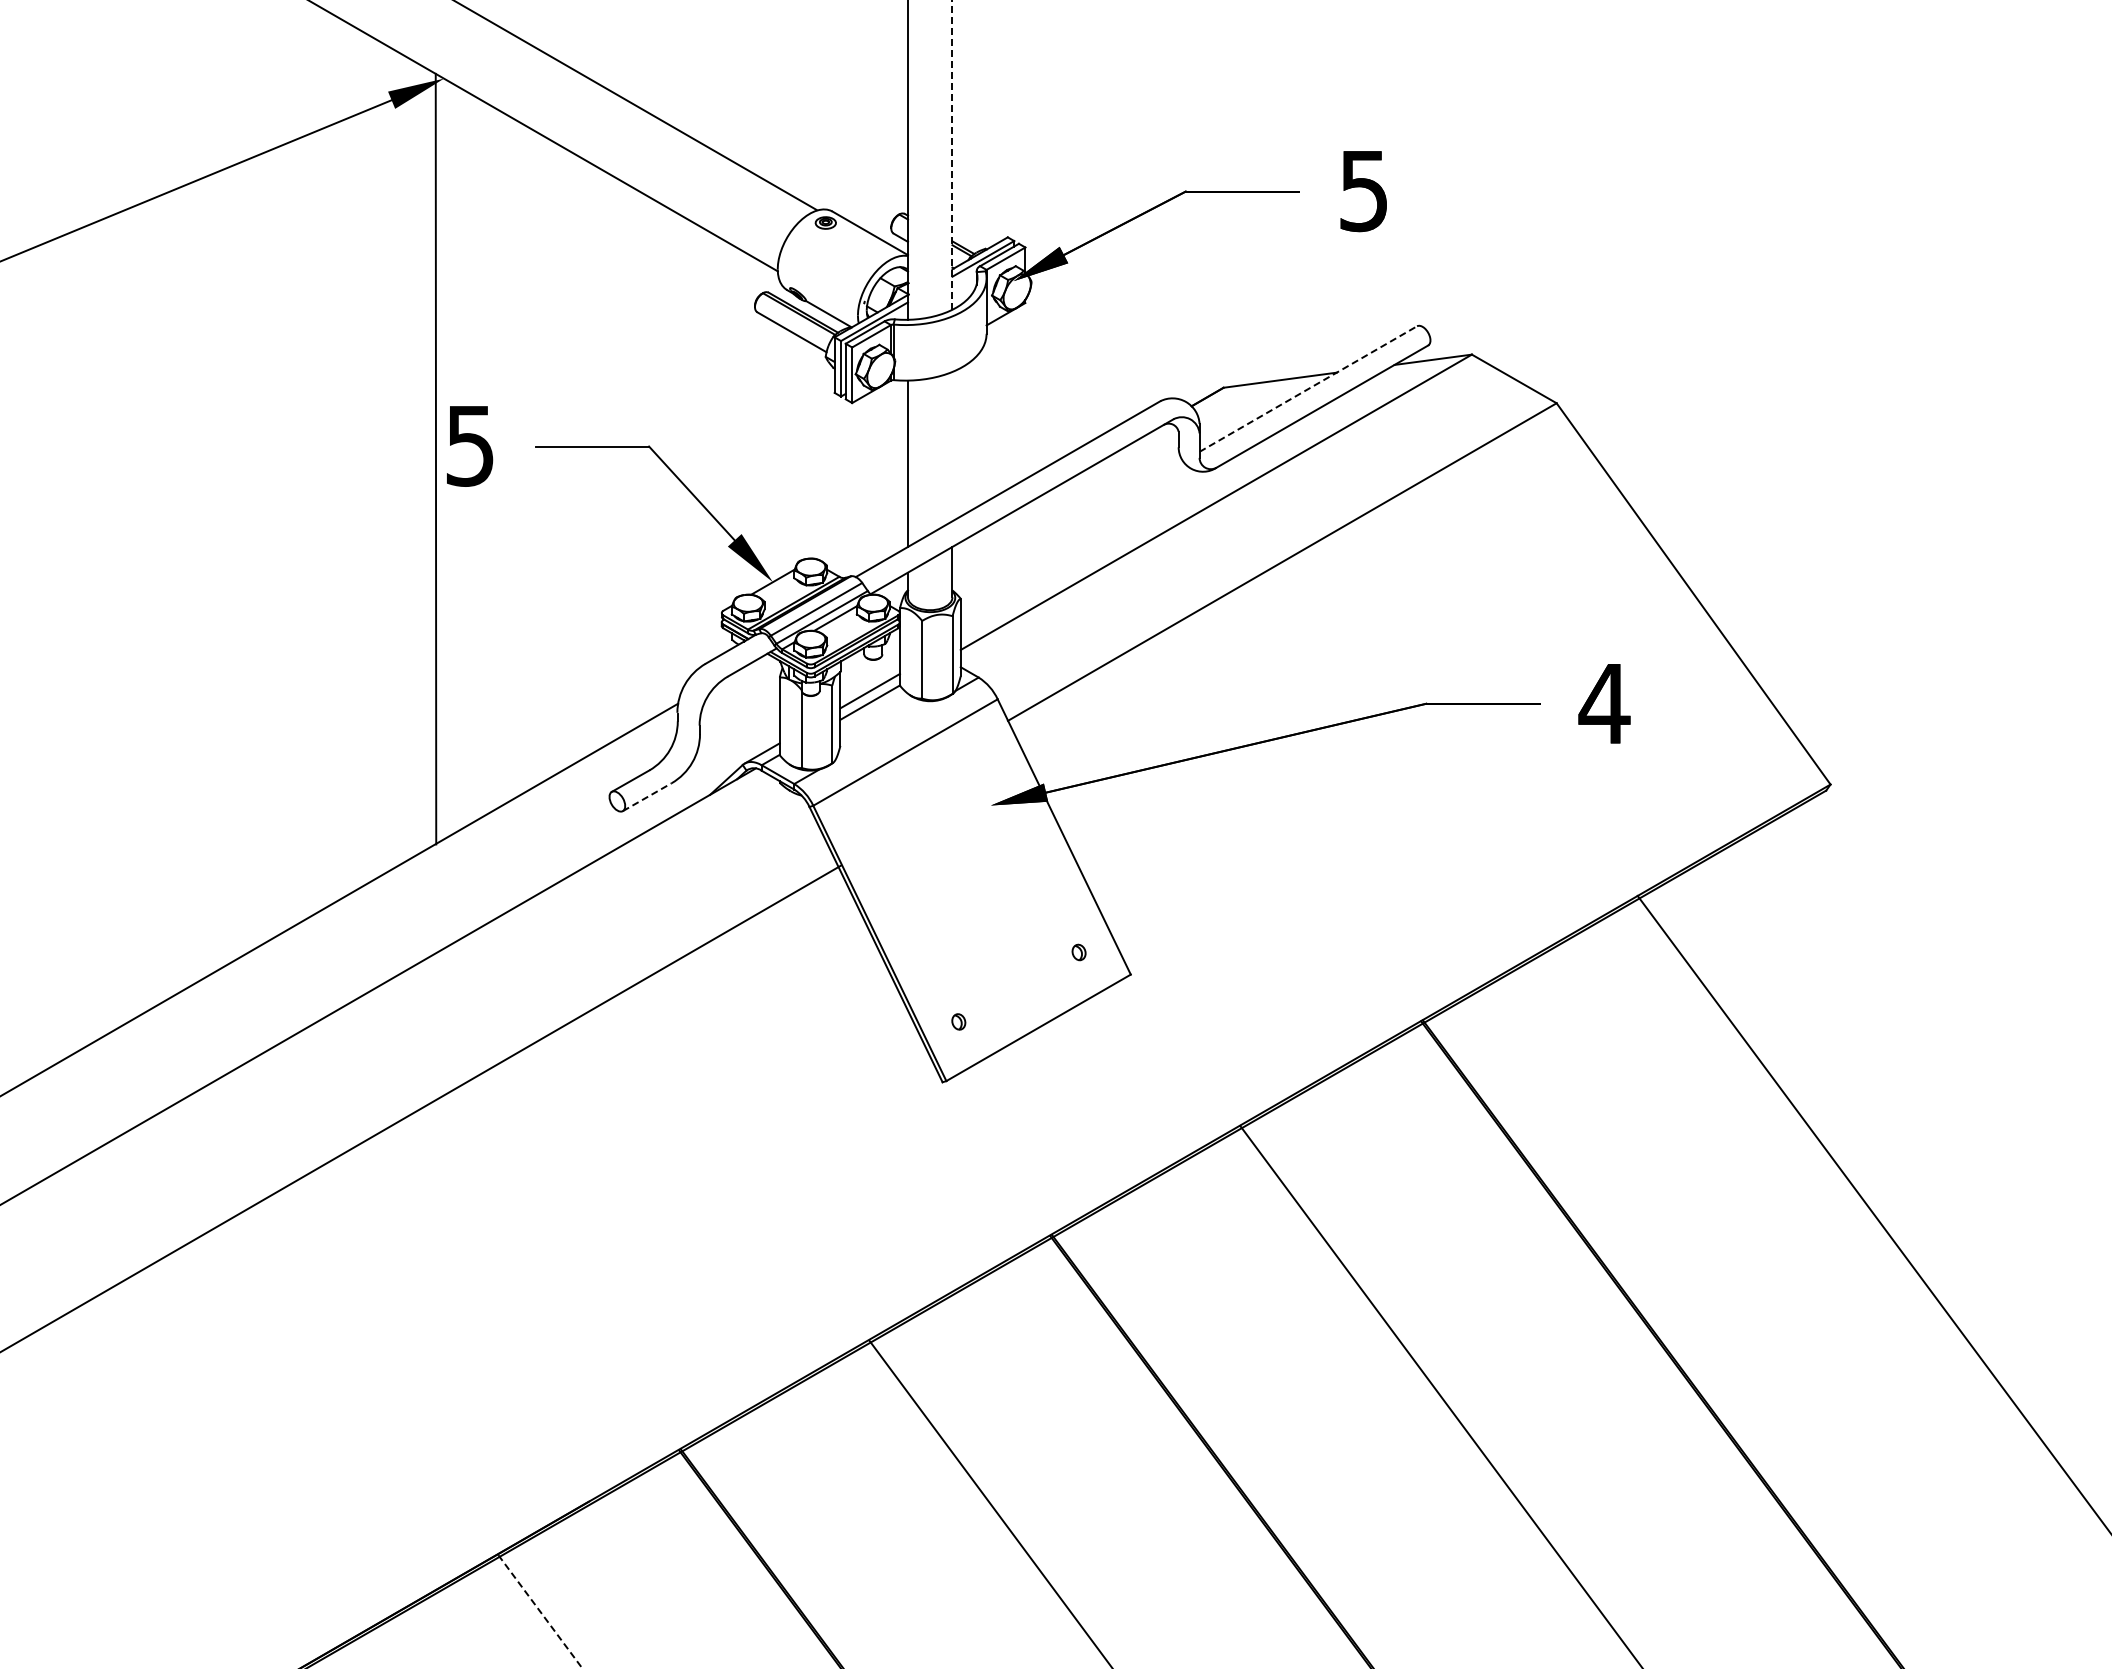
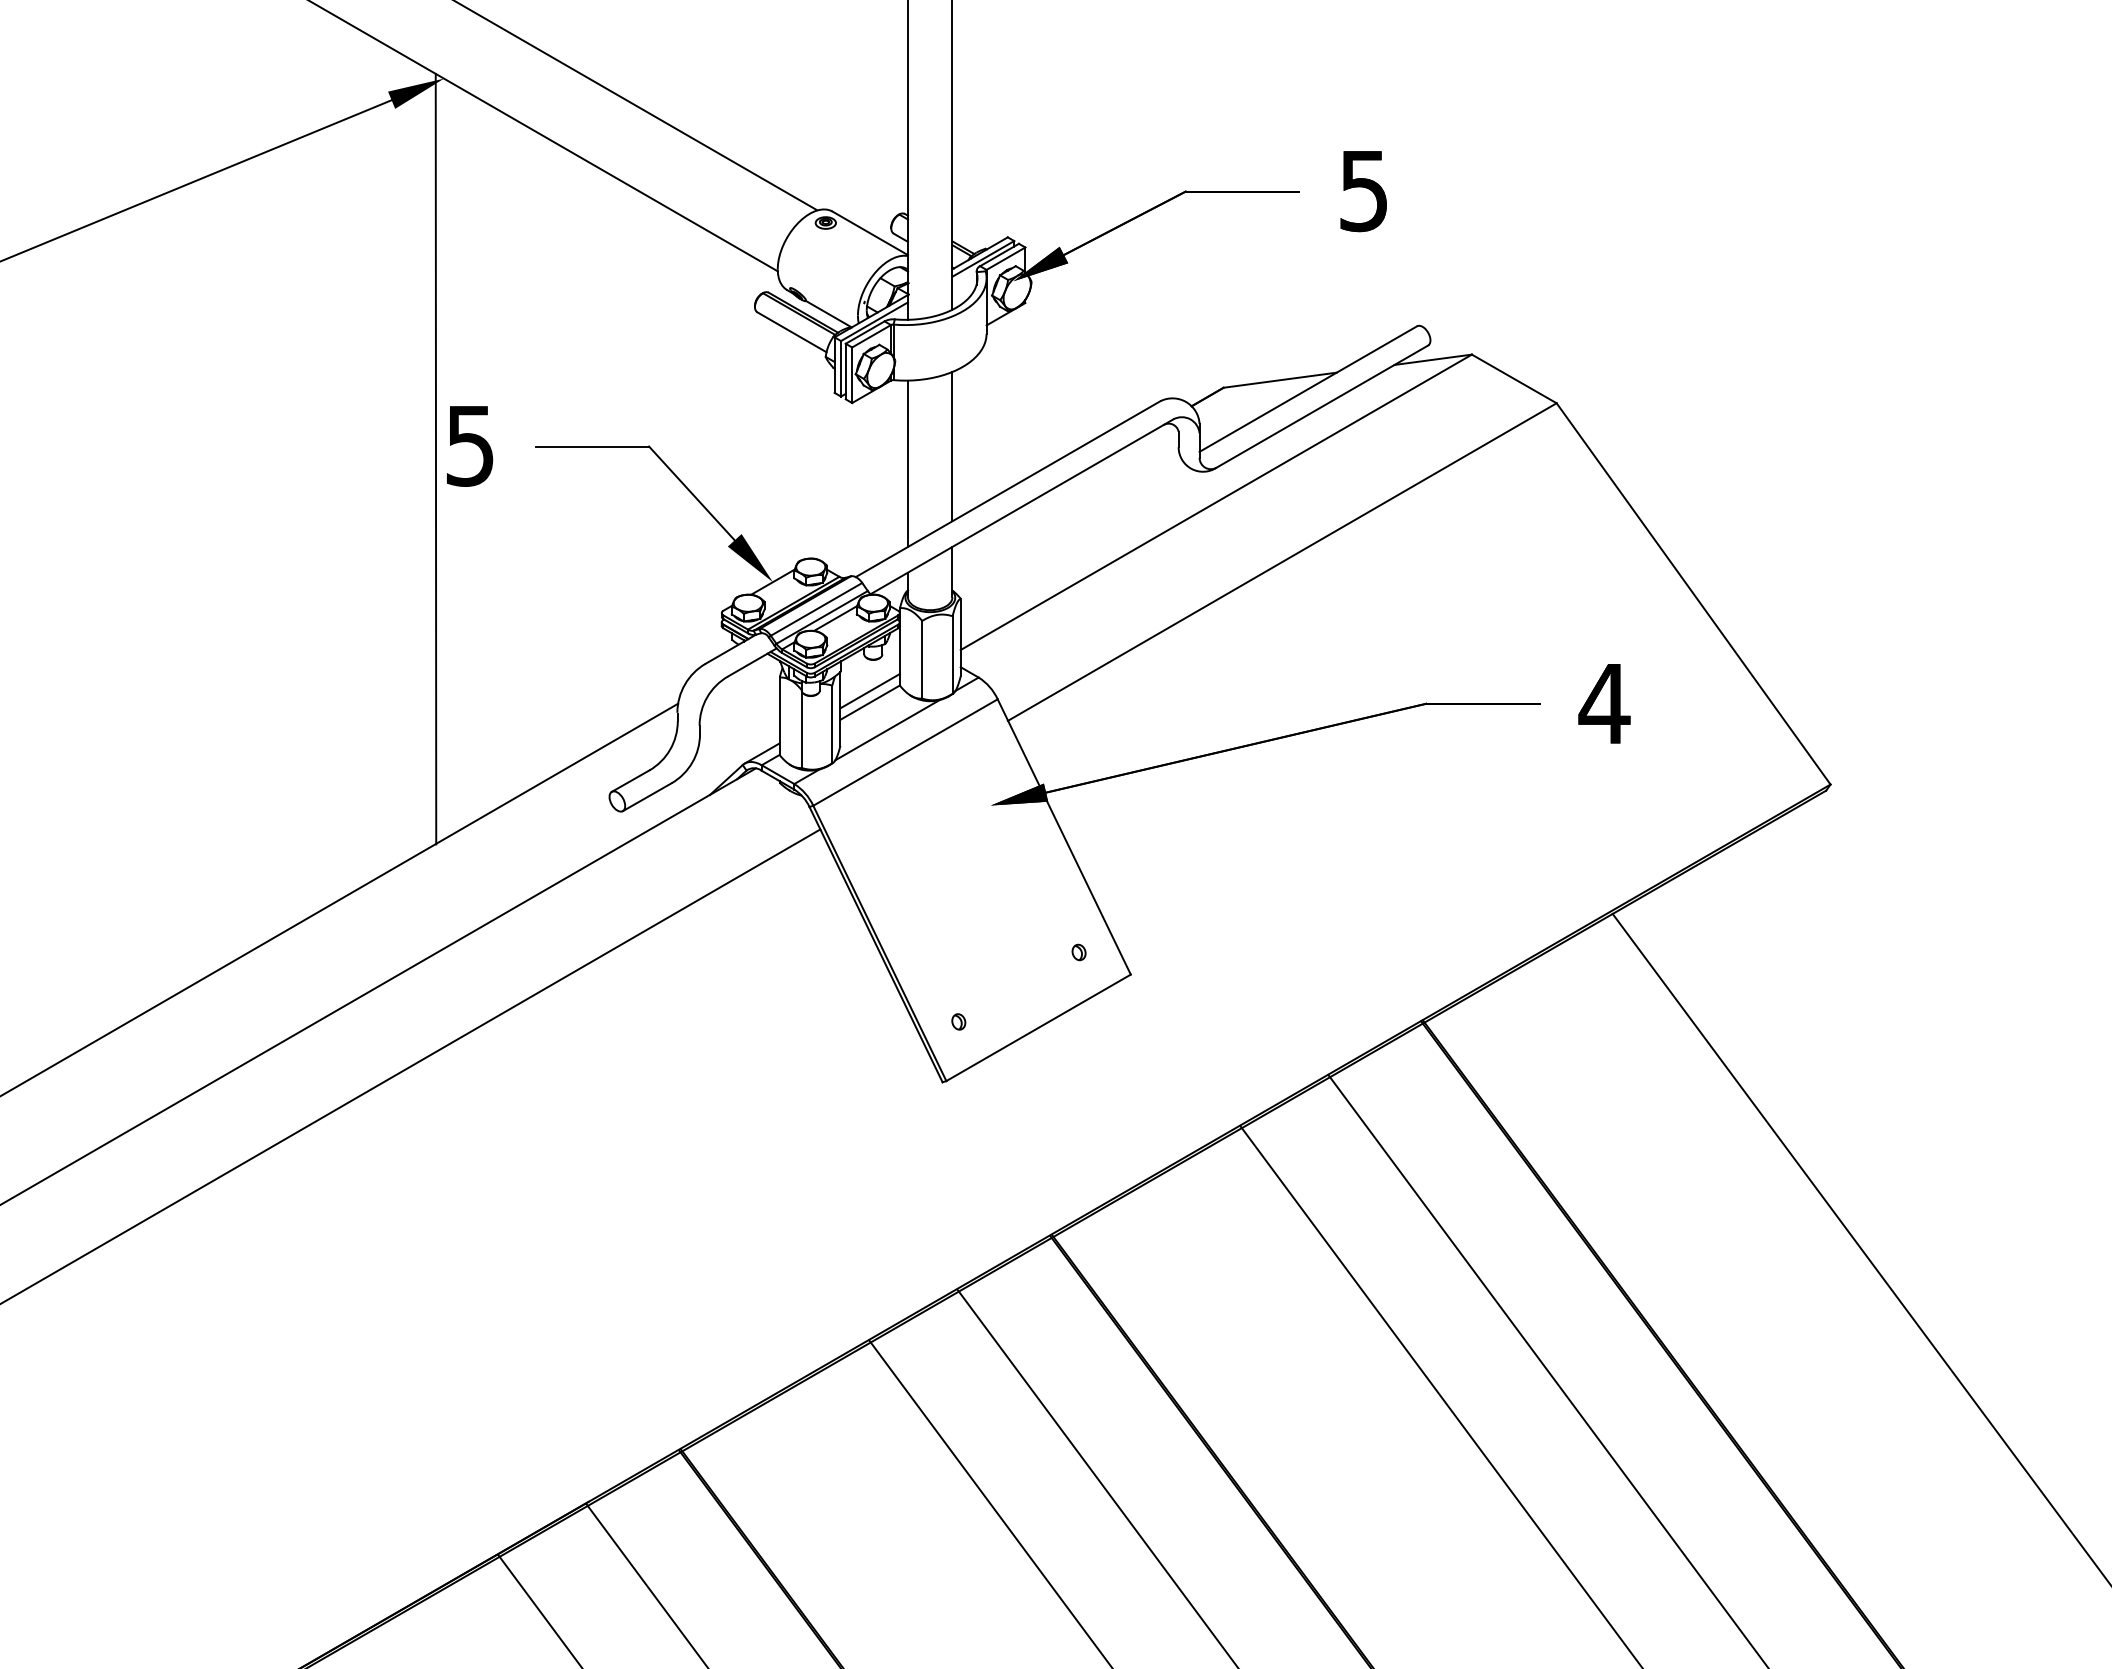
line at (952, 154): dashed -> solid
line at (1308, 389): dashed -> solid
line at (952, 446): none -> present
line at (887, 730): none -> present
line at (647, 796): dashed -> solid
line at (421, 1107) position: (421, 1107) -> (411, 1065)
line at (1872, 1212) position: (1872, 1212) -> (1860, 1247)
line at (1547, 1369): none -> present
line at (1096, 1477): none -> present
line at (646, 1584): none -> present
line at (540, 1612): dashed -> solid
